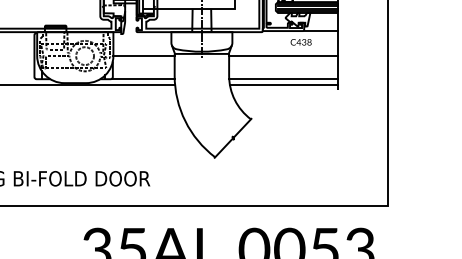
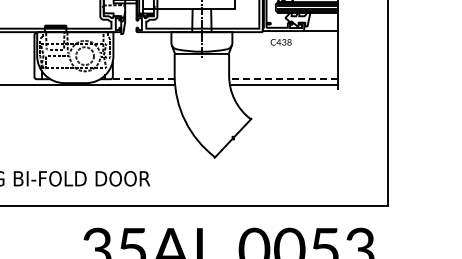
text at (300, 42) position: (300, 42) -> (280, 42)
line at (143, 56): present -> none
line at (283, 56): present -> none
line at (142, 78): solid -> dashed
line at (283, 78): solid -> dashed
